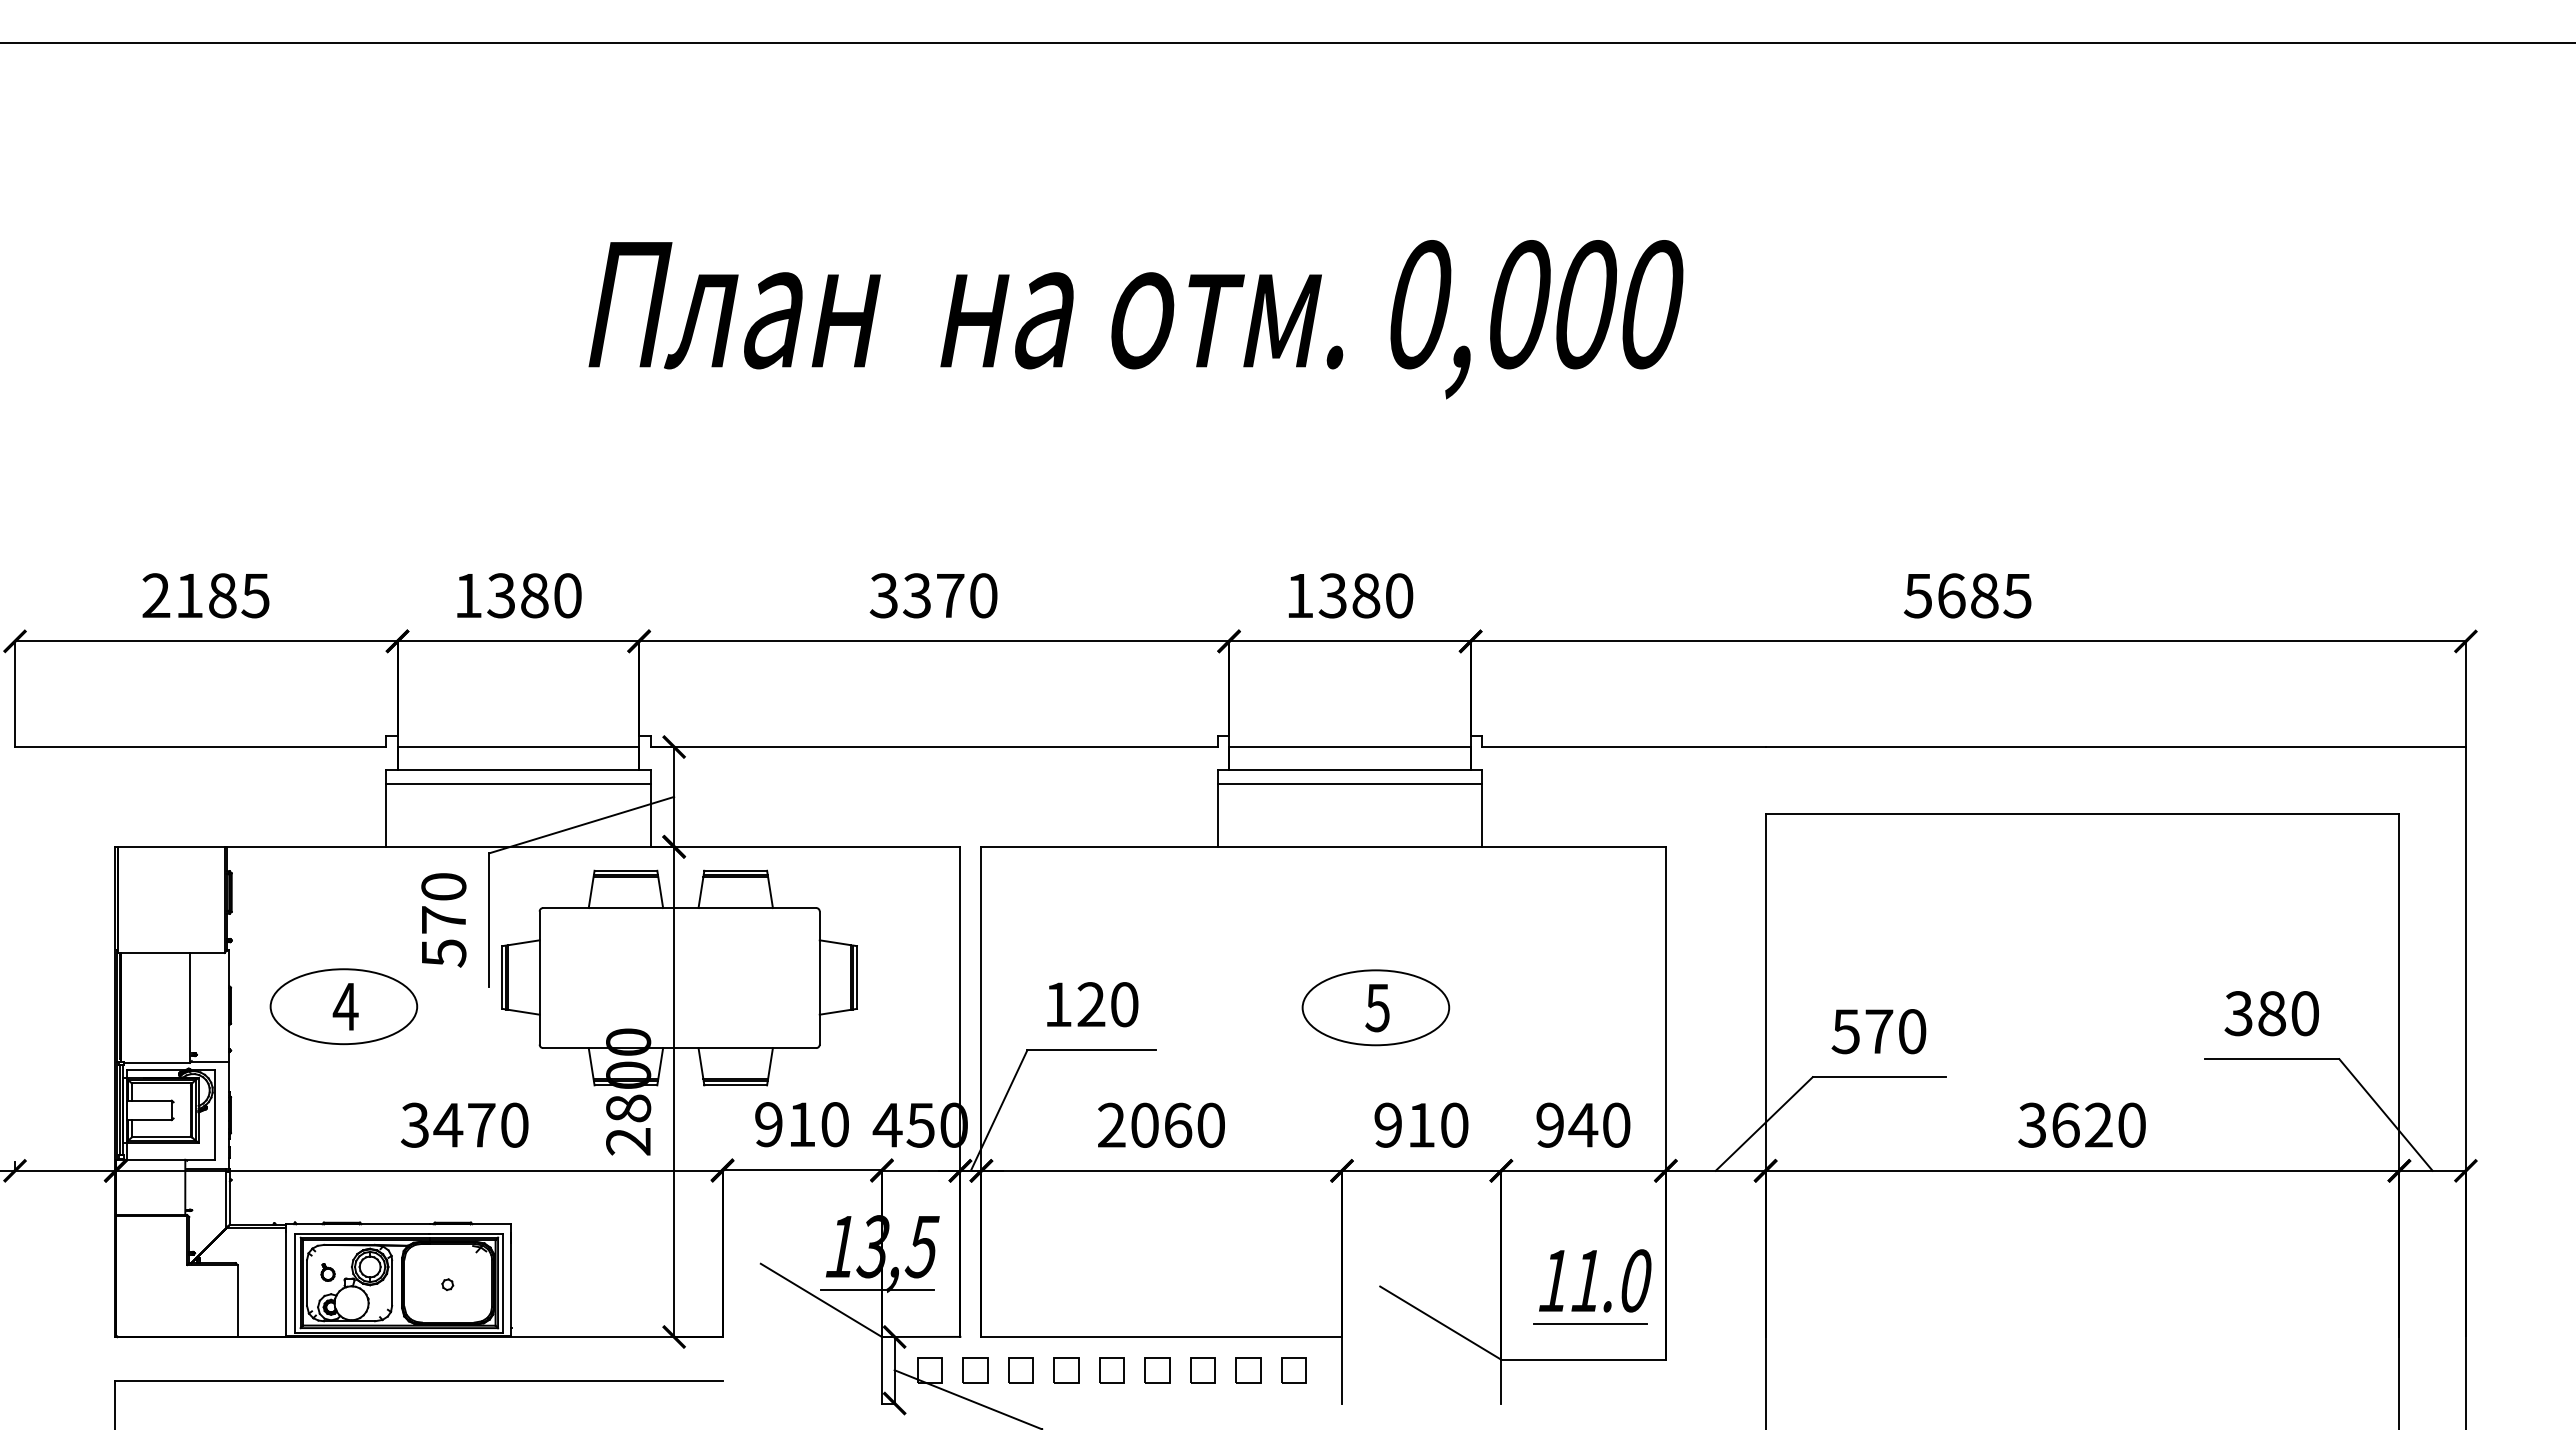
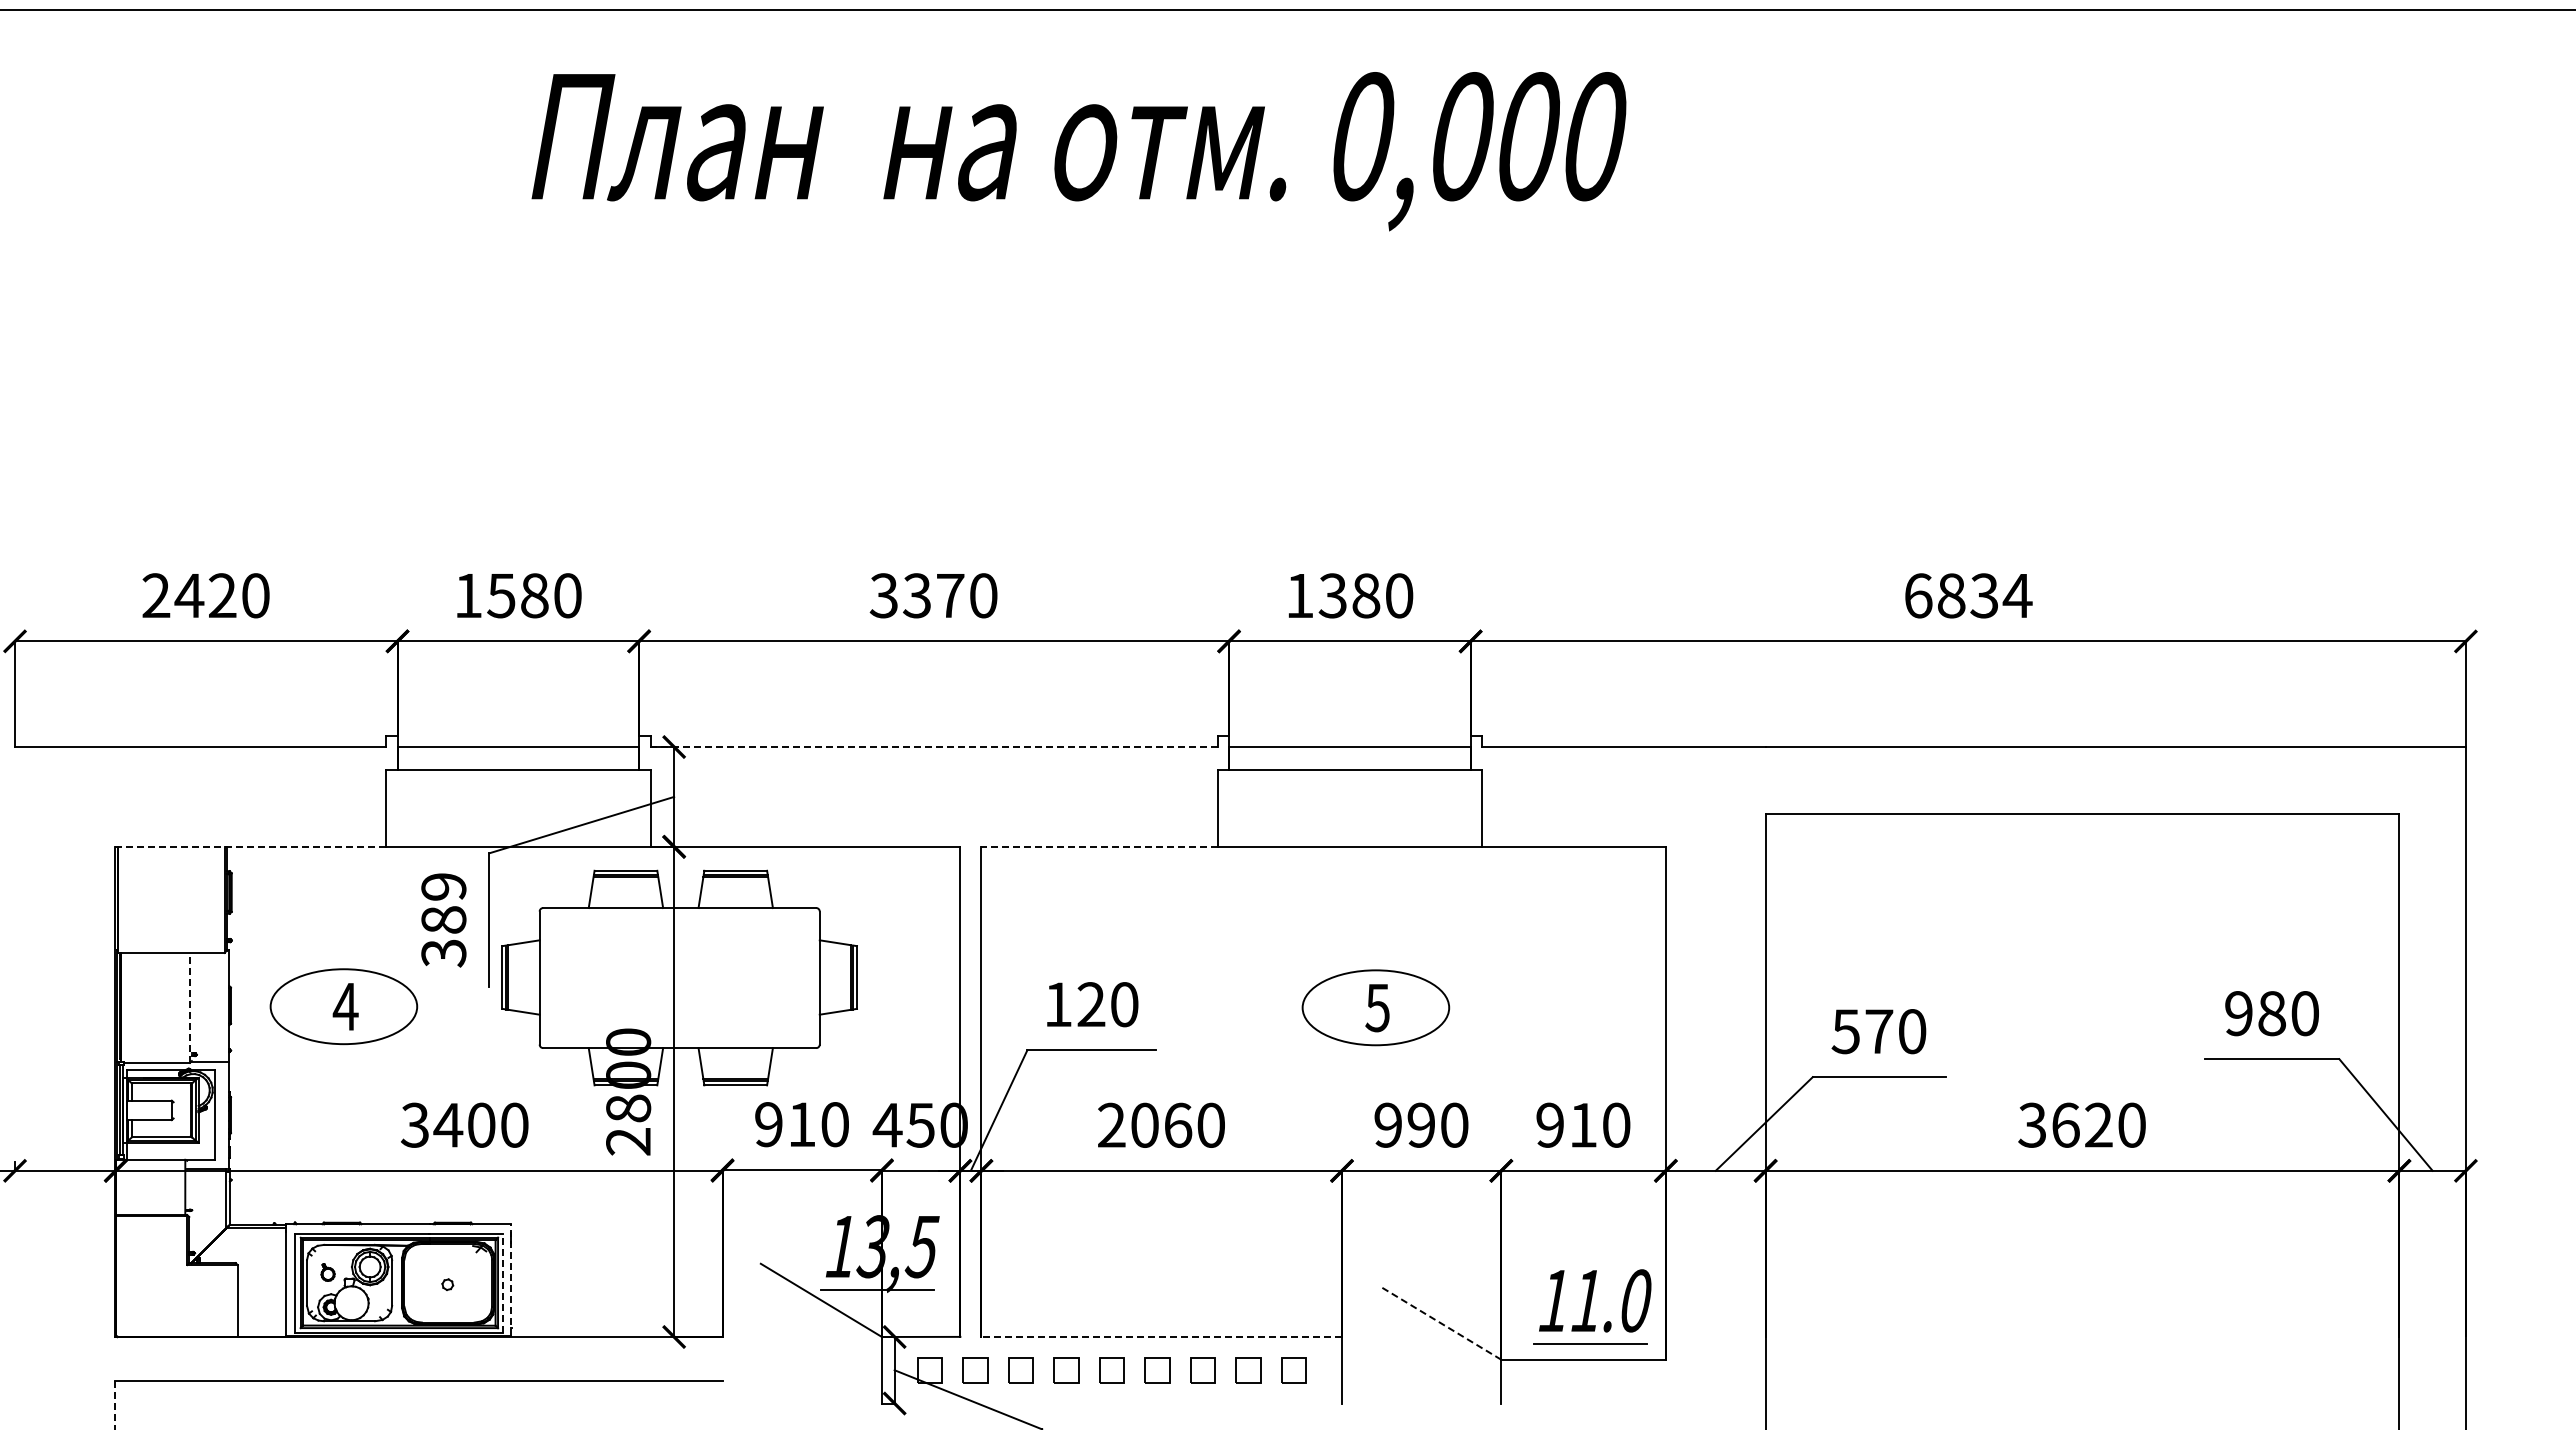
line at (1287, 43) position: (1287, 43) -> (1287, 10)
text at (1135, 319) position: (1135, 319) -> (1078, 151)
text at (221, 595): 2185 -> 2420
text at (501, 595): 1380 -> 1580
text at (1967, 595): 5685 -> 6834
line at (934, 747): solid -> dashed
line at (518, 783): present -> none
line at (1349, 783): present -> none
line at (250, 846): solid -> dashed
line at (1099, 846): solid -> dashed
text at (443, 920): 570 -> 389
line at (190, 1007): solid -> dashed
text at (2238, 1013): 380 -> 980
text at (481, 1124): 3470 -> 3400
text at (1420, 1124): 910 -> 990
text at (1583, 1125): 940 -> 910
line at (510, 1279): solid -> dashed
line at (502, 1283): solid -> dashed
part at (1592, 1286) position: (1592, 1286) -> (1592, 1306)
line at (1440, 1323): solid -> dashed
line at (1161, 1336): solid -> dashed
line at (114, 1405): solid -> dashed
